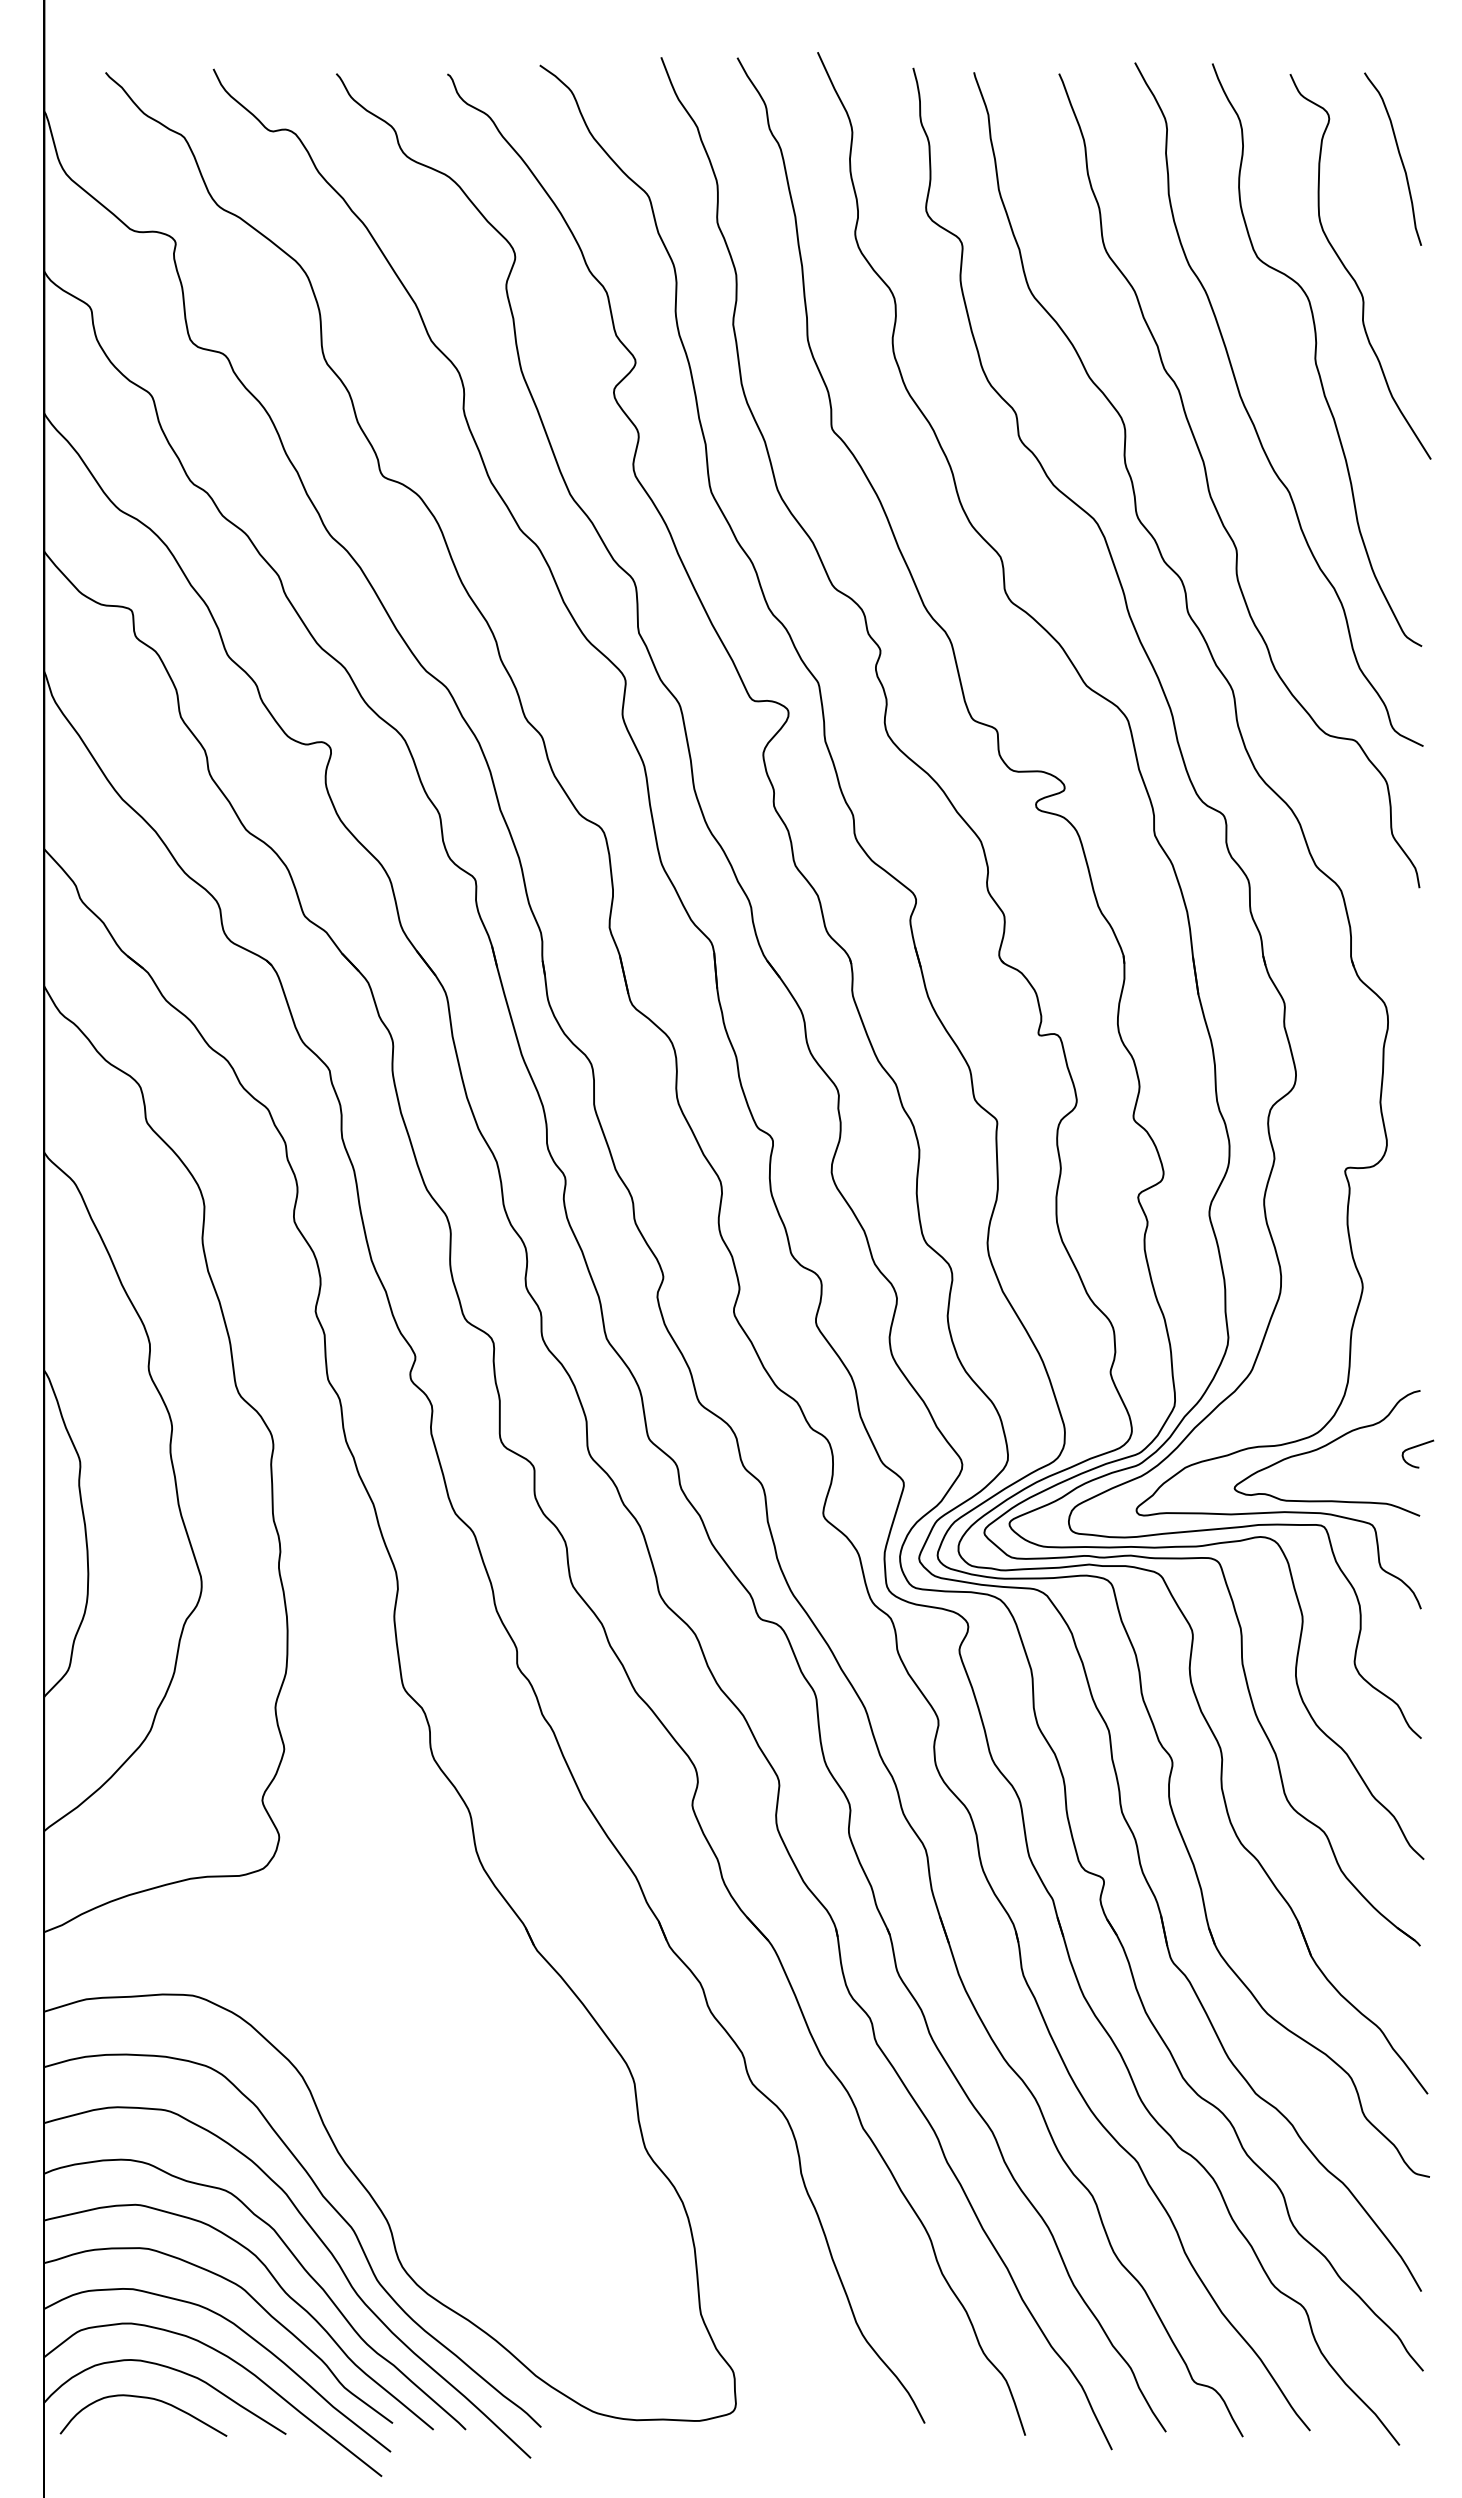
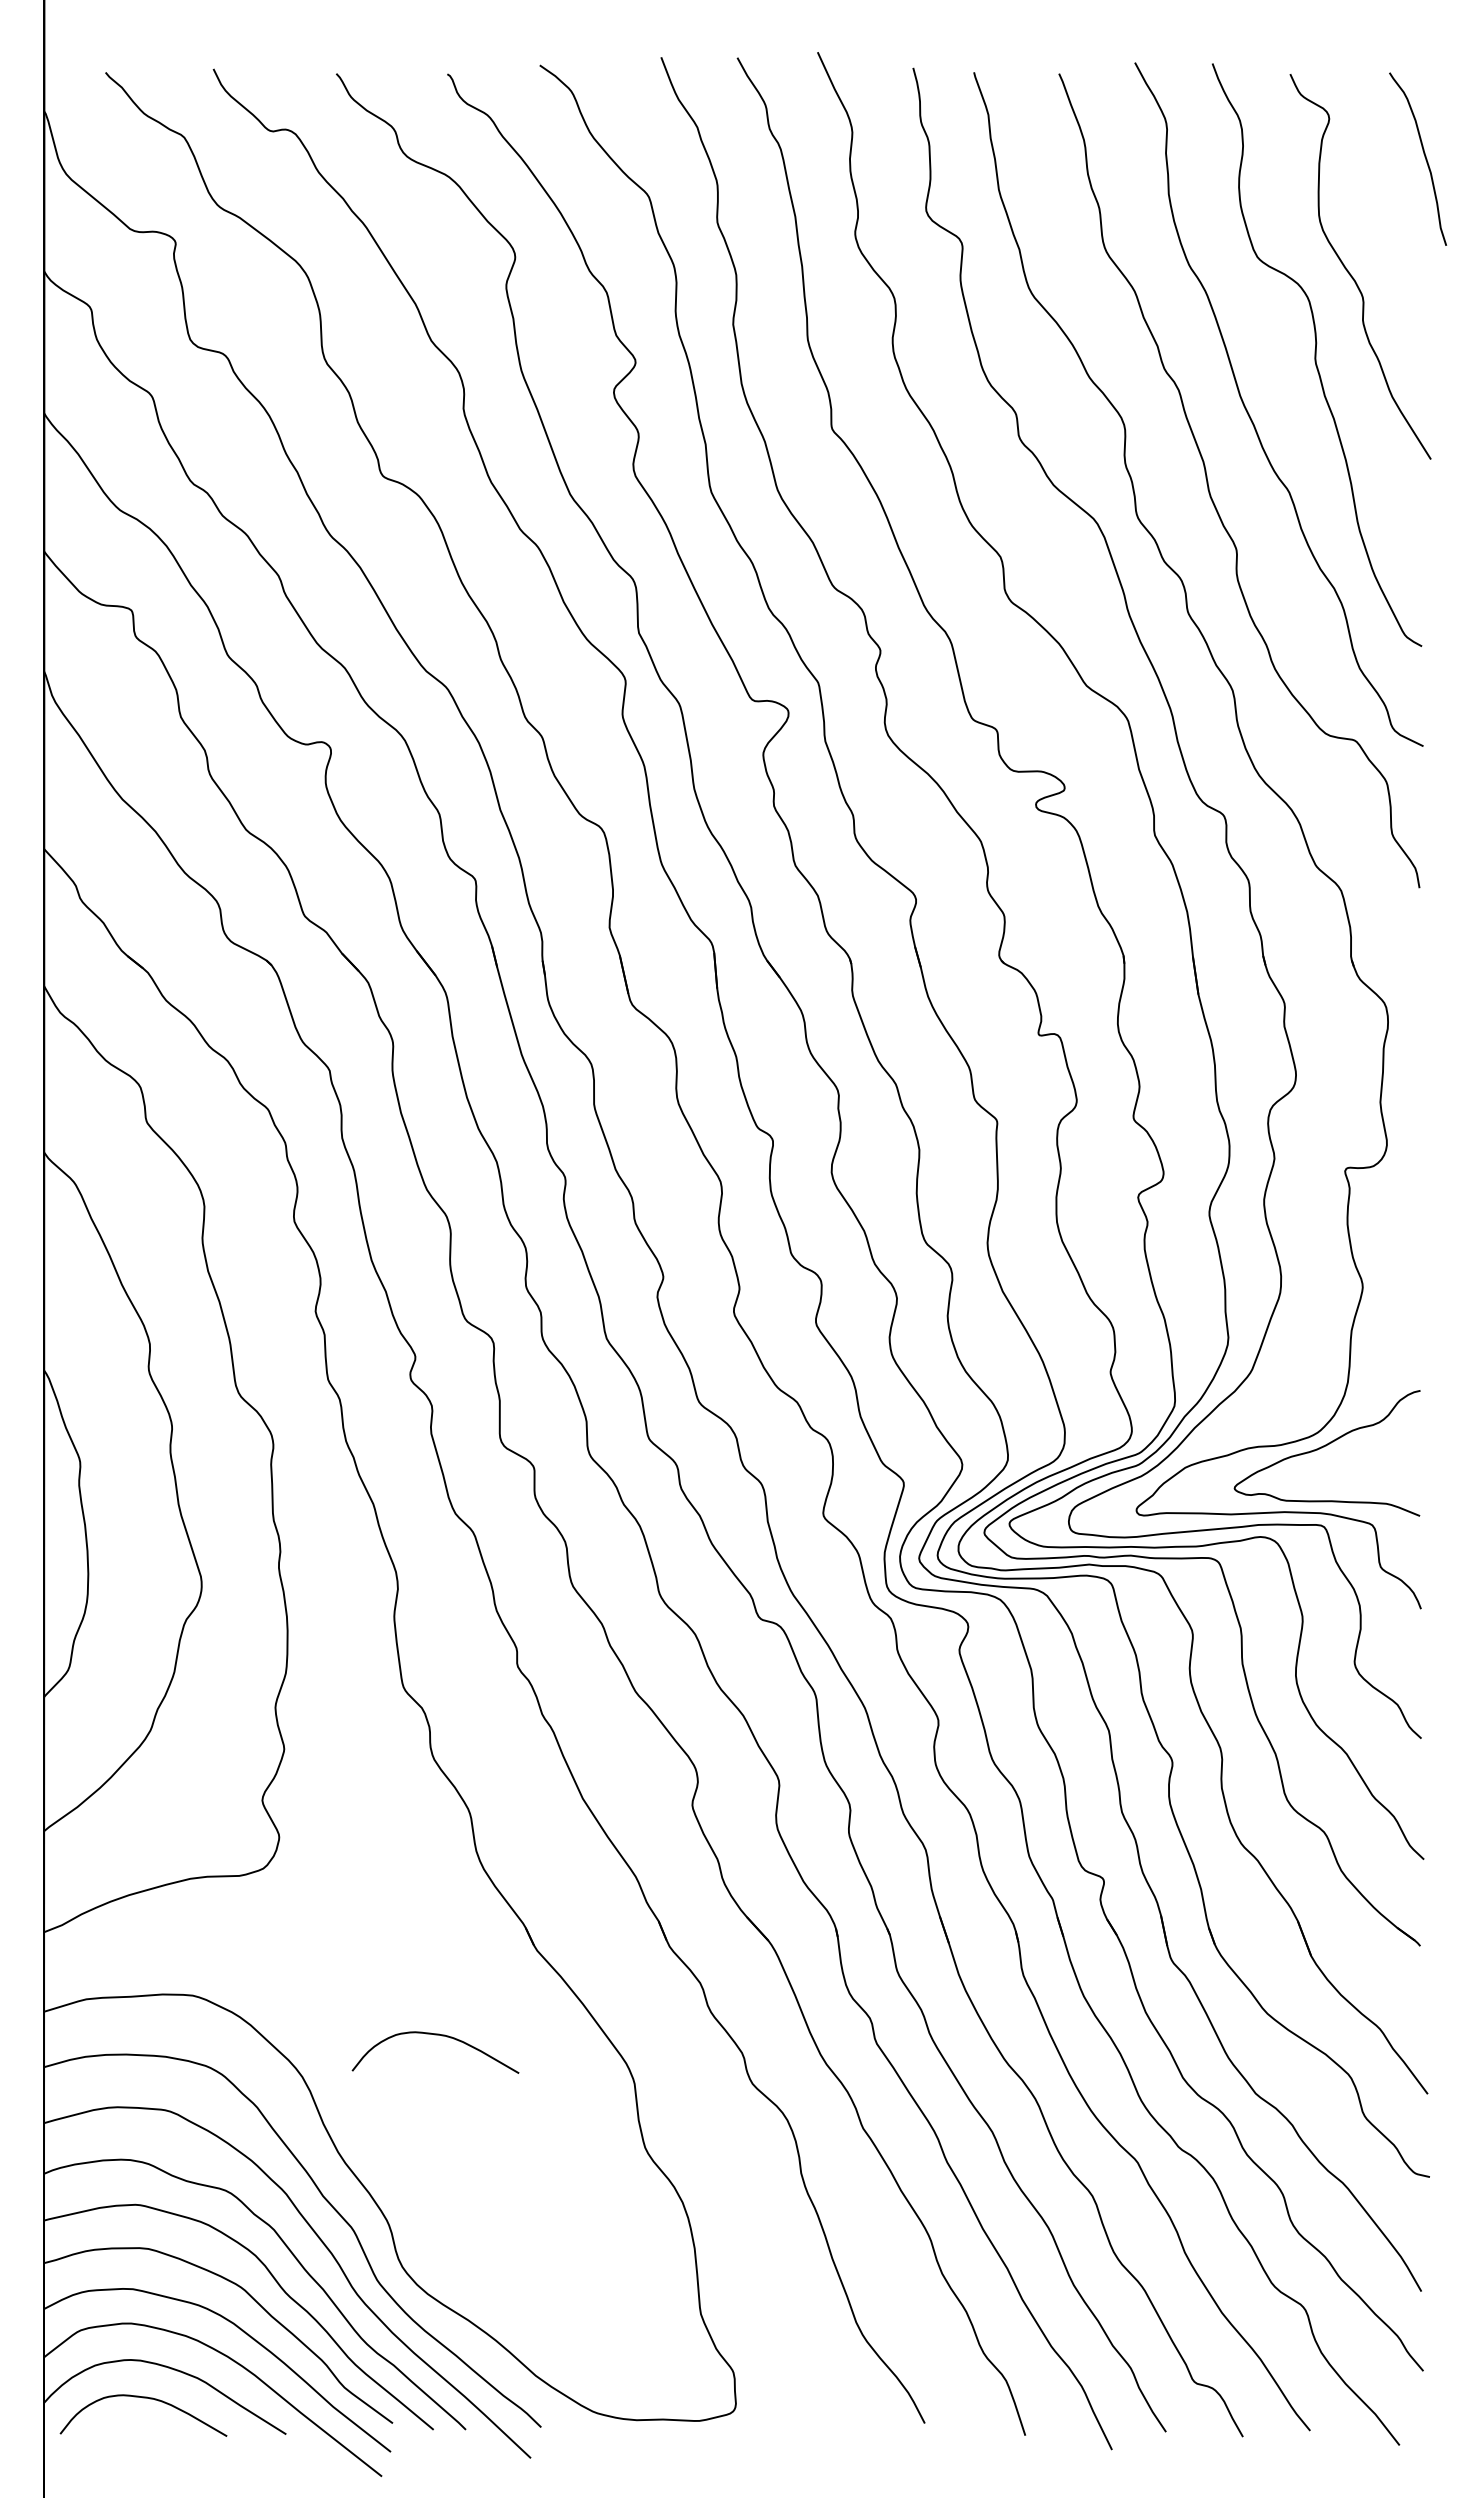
curve at (1399, 157) position: (1399, 157) -> (1424, 157)
curve at (1416, 1447): present -> none
curve at (435, 2035): none -> present
